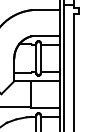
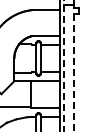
line at (64, 65): solid -> dashed
line at (74, 73): solid -> dashed
